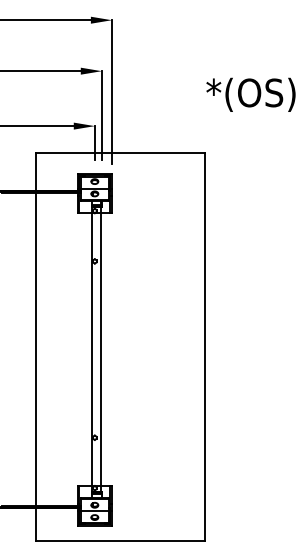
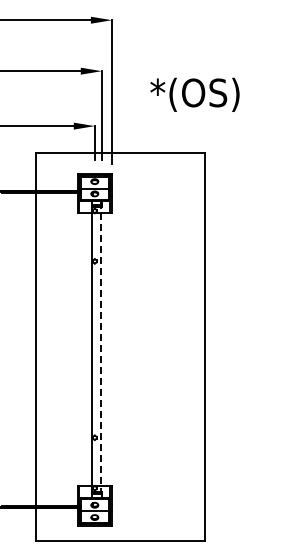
text at (250, 94) position: (250, 94) -> (194, 94)
line at (101, 347): solid -> dashed
